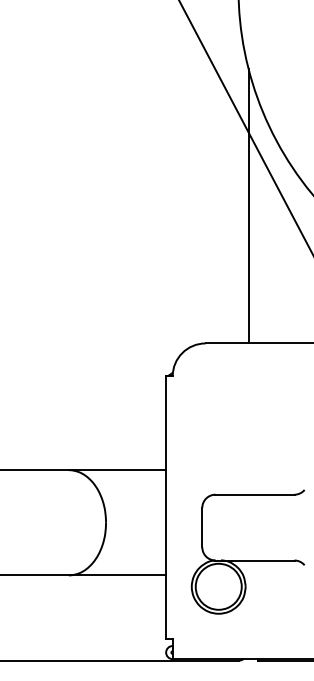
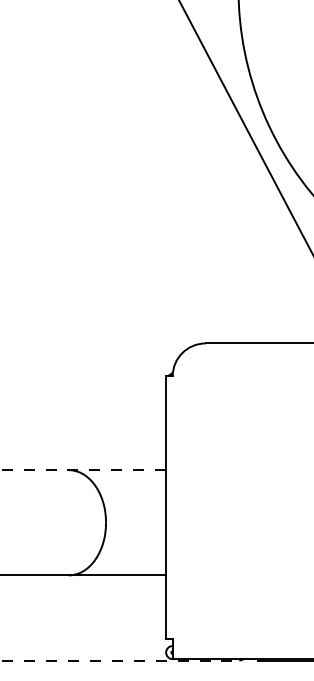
line at (248, 206): present -> none
line at (83, 470): solid -> dashed
part at (247, 560): present -> none
line at (120, 660): solid -> dashed
